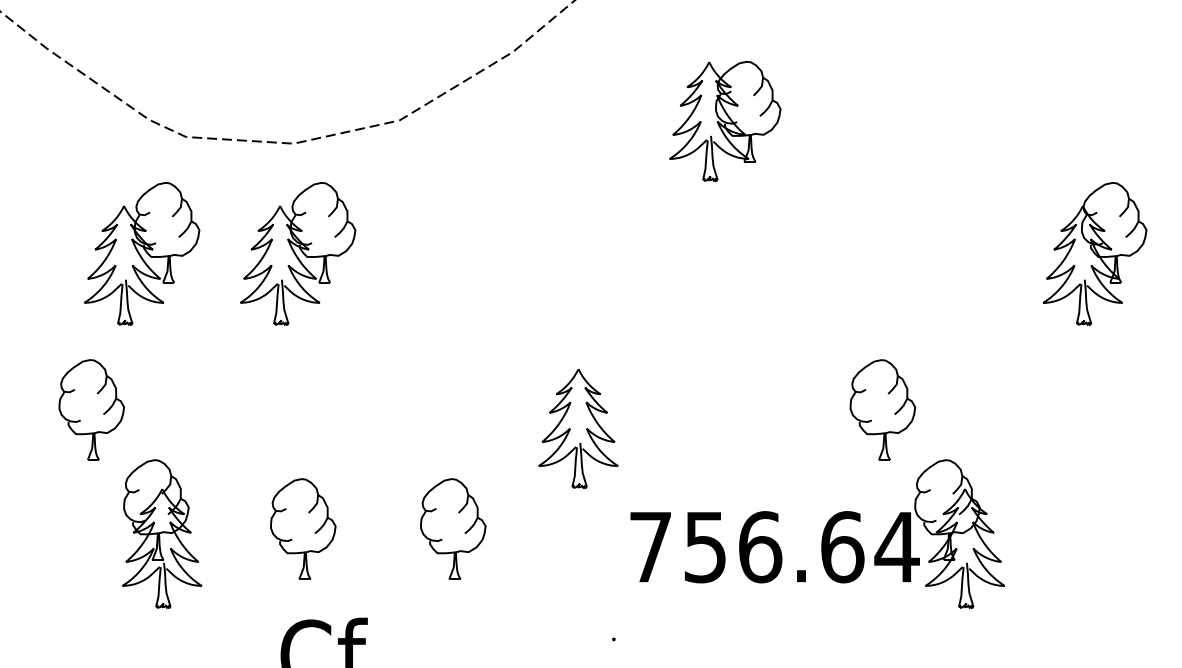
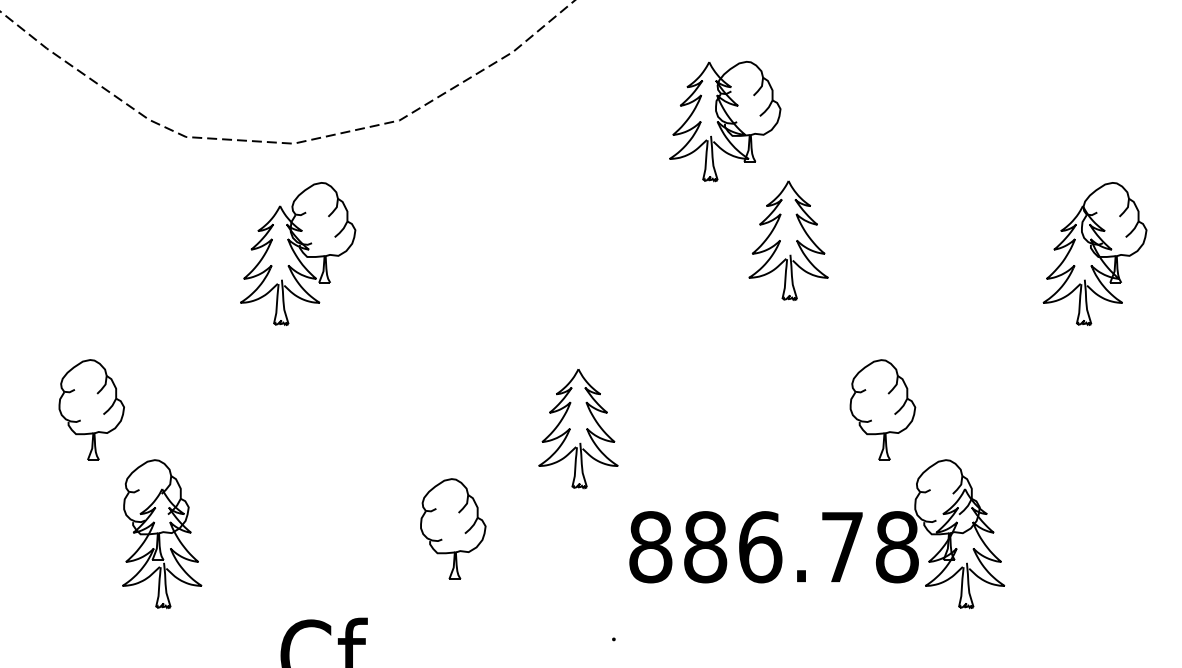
part at (788, 240): none -> present
part at (142, 253): present -> none
part at (303, 528): present -> none
text at (774, 547): 756.64 -> 886.78
